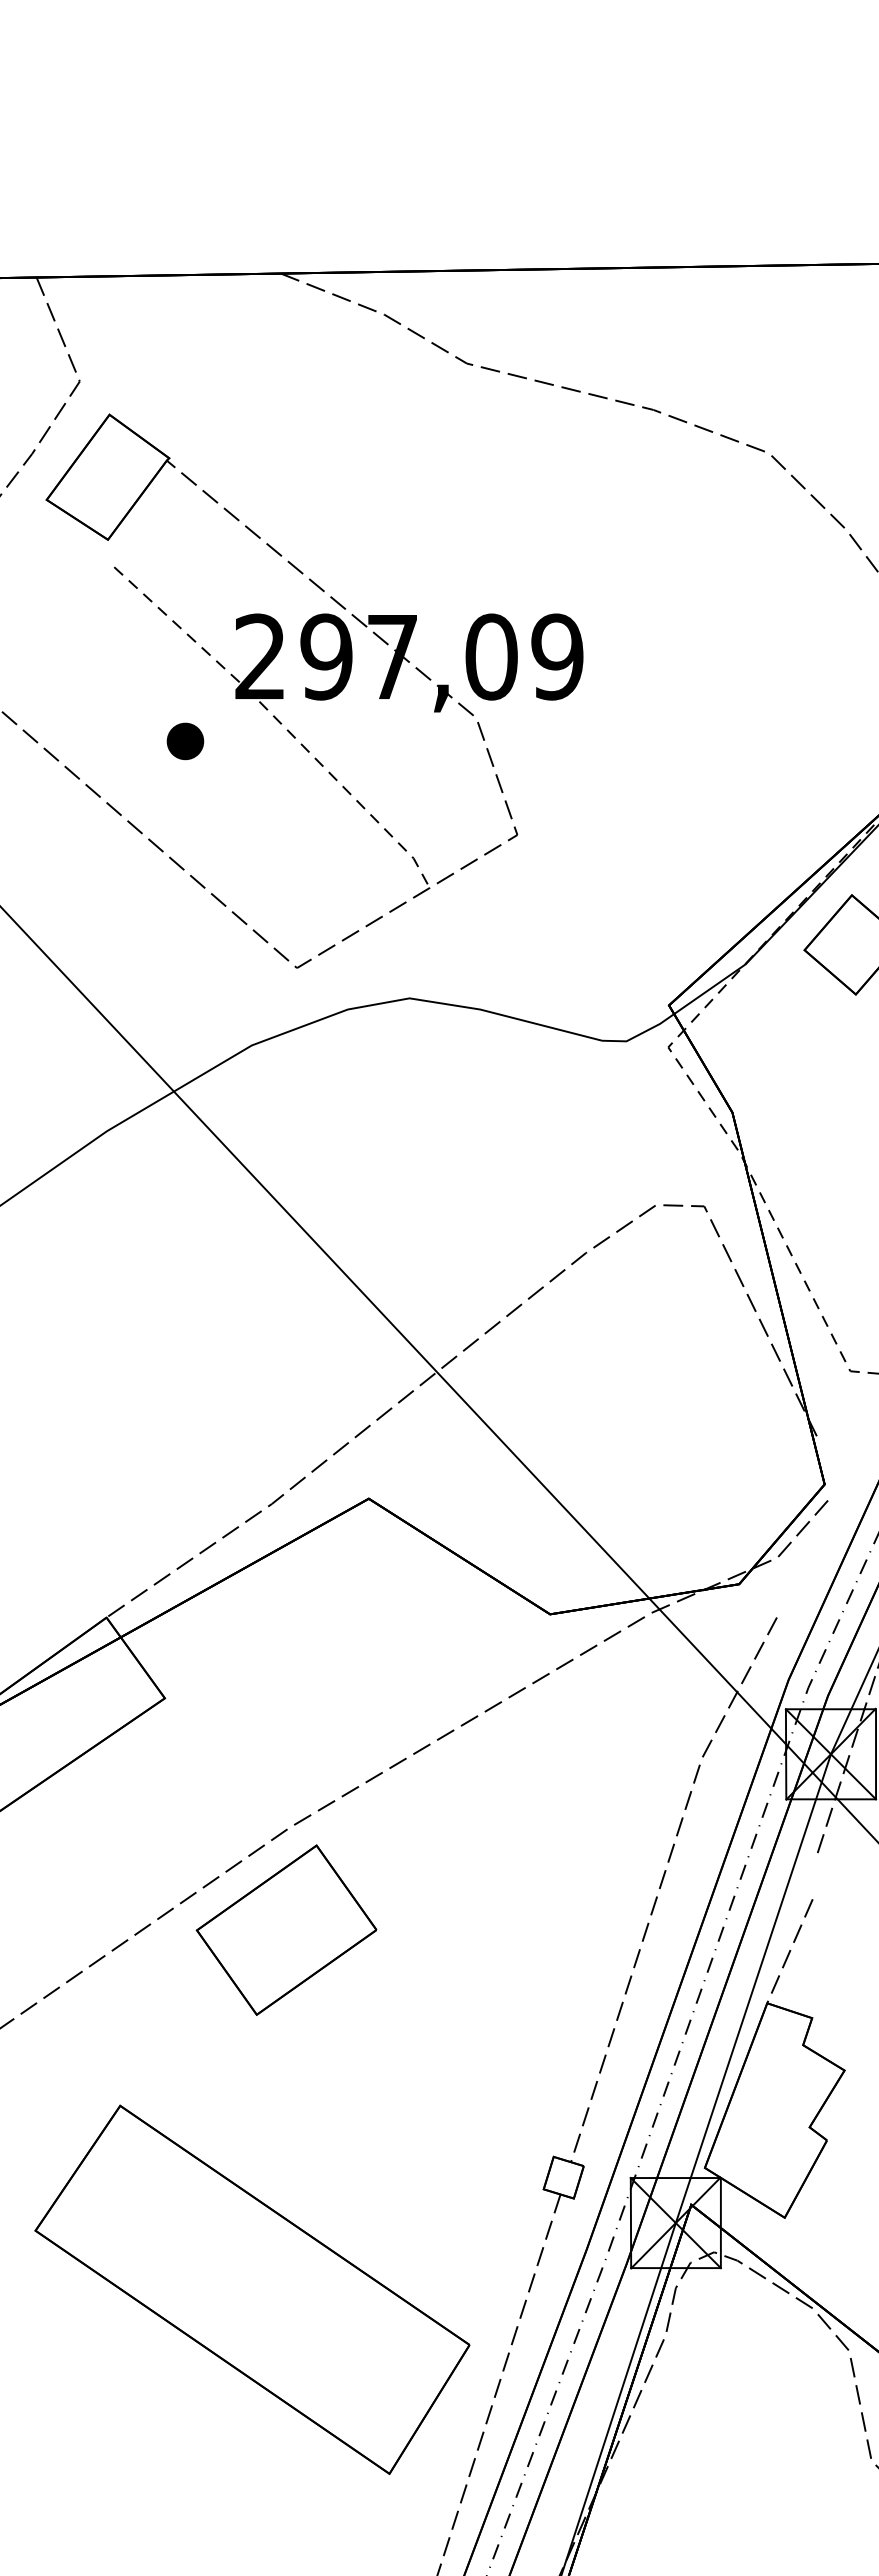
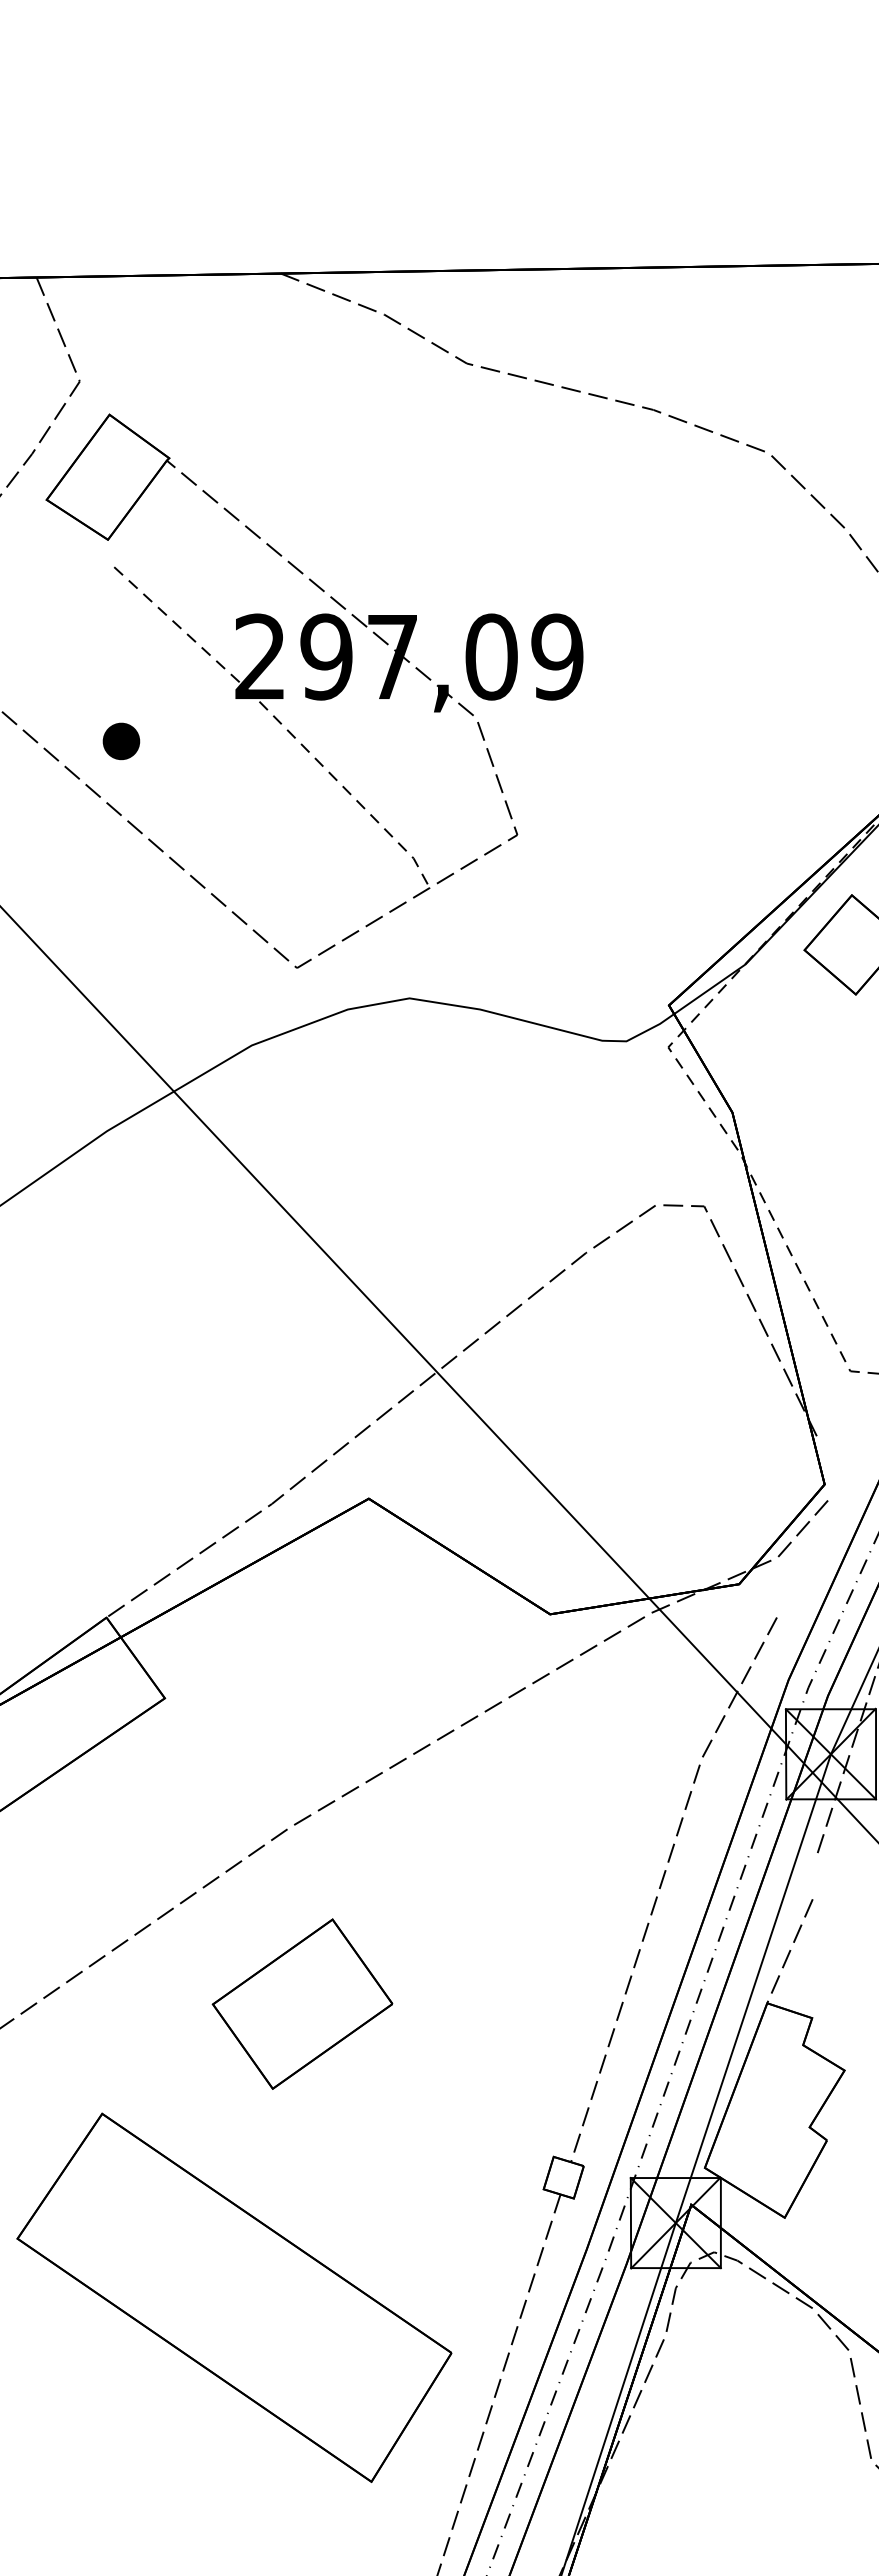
part at (185, 741) position: (185, 741) -> (121, 741)
part at (286, 1929) position: (286, 1929) -> (302, 2003)
part at (252, 2289) position: (252, 2289) -> (234, 2297)
